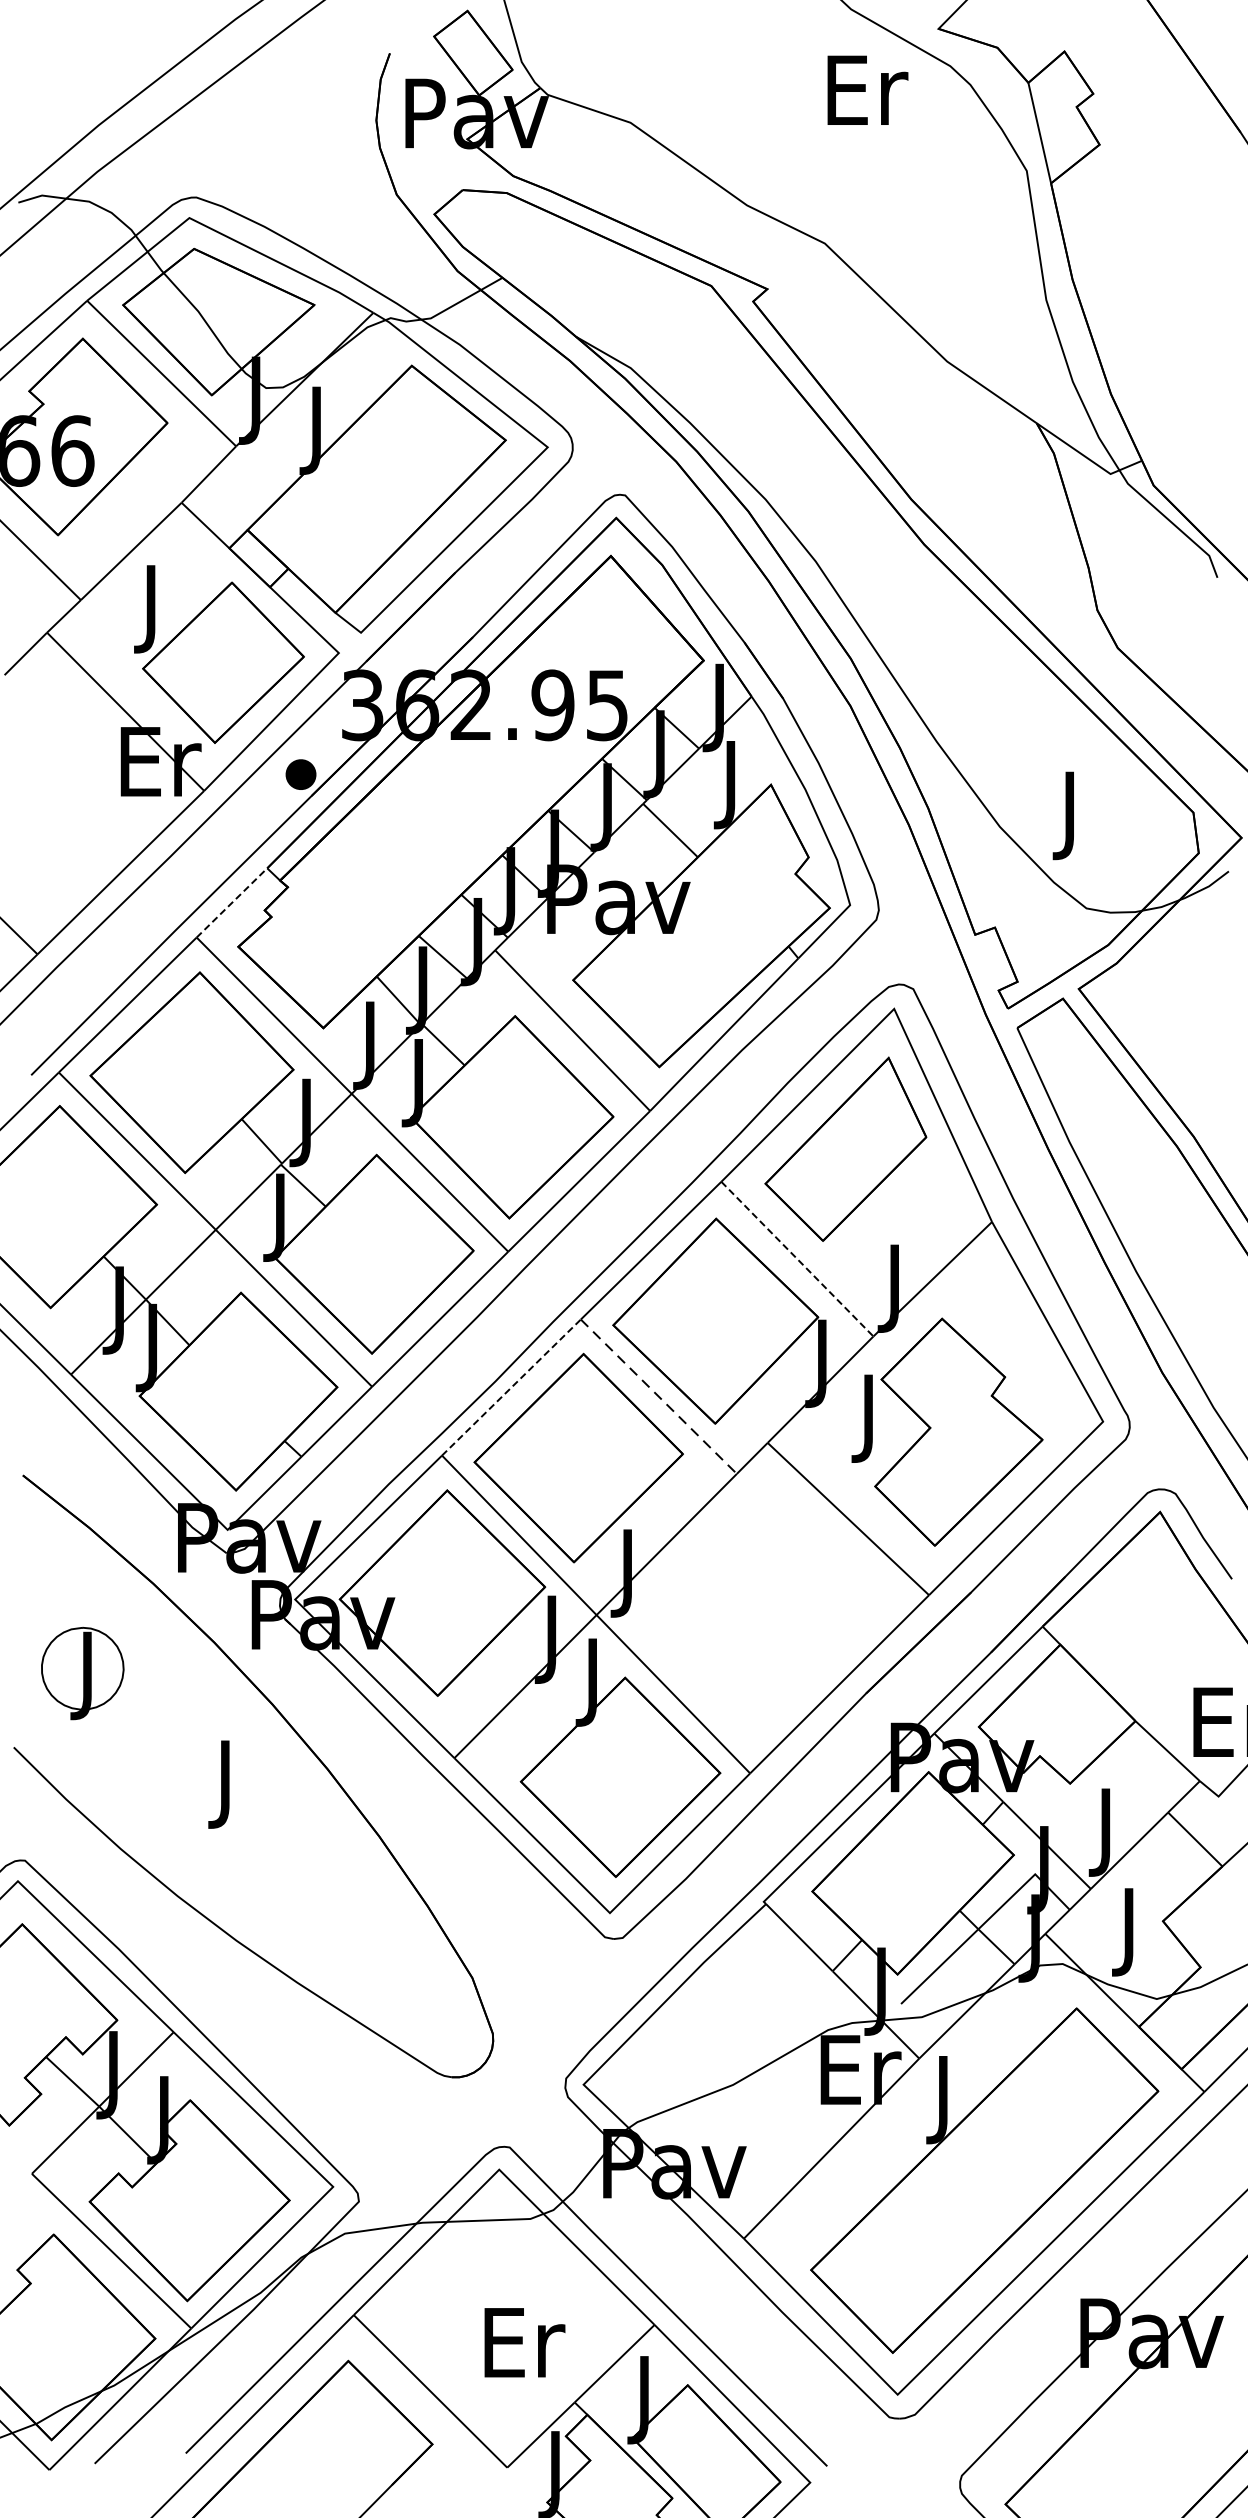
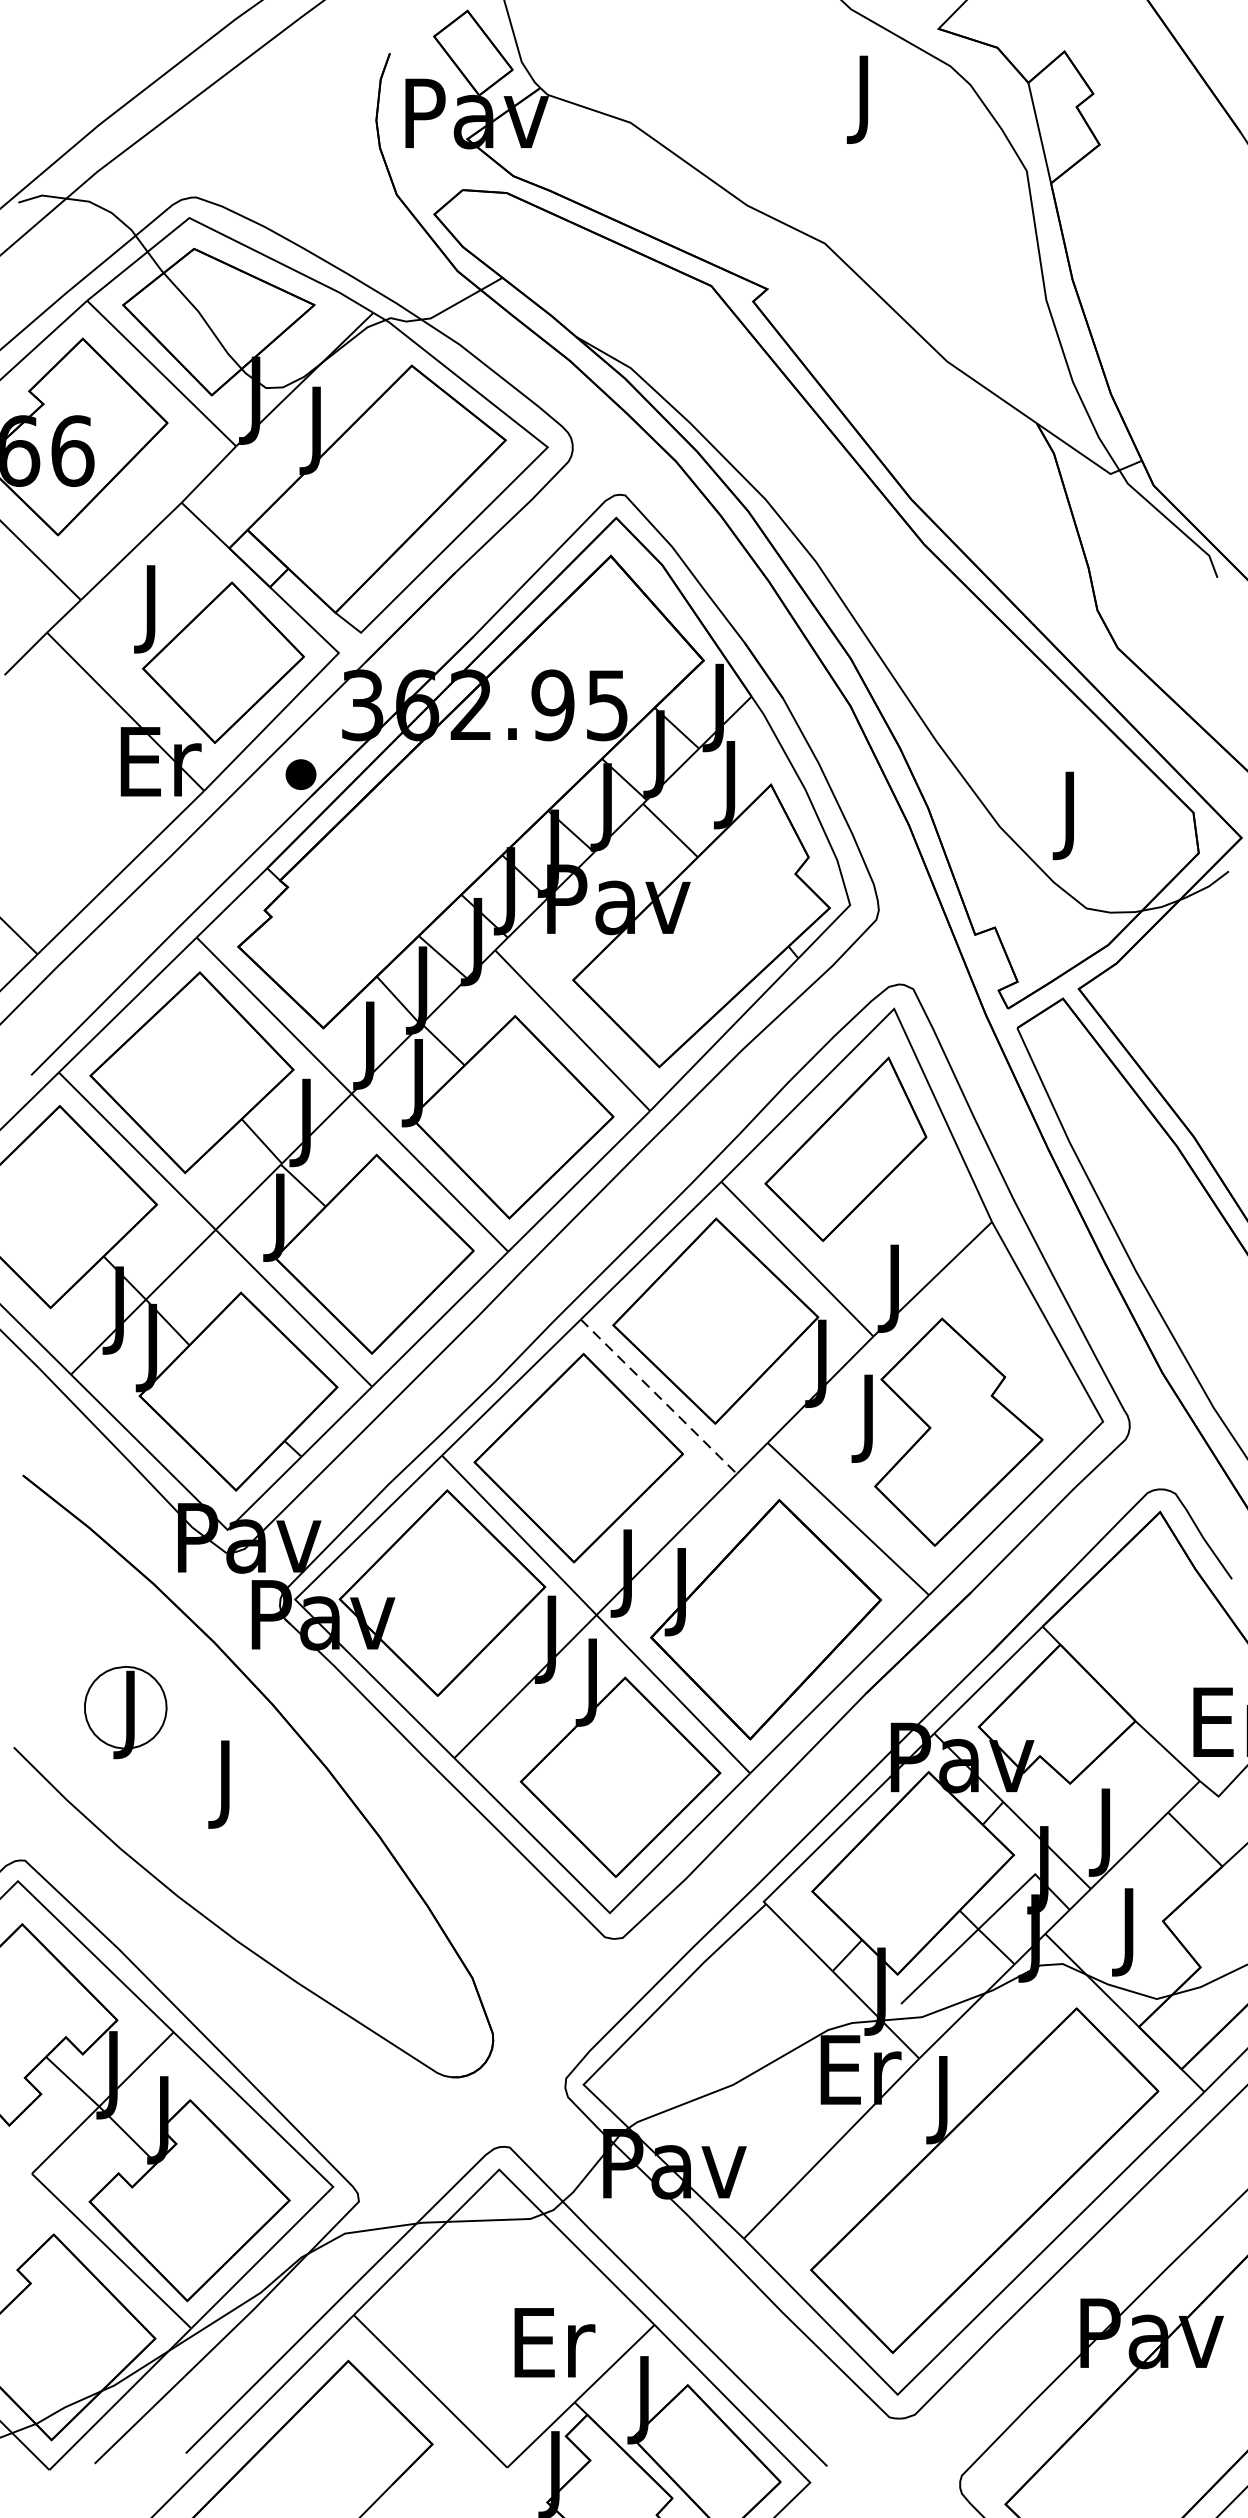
text at (867, 99): Er -> J
line at (232, 902): dashed -> solid
line at (797, 1259): dashed -> solid
line at (511, 1387): dashed -> solid
part at (765, 1619): none -> present
part at (82, 1673) position: (82, 1673) -> (125, 1712)
text at (524, 2342) position: (524, 2342) -> (554, 2342)
